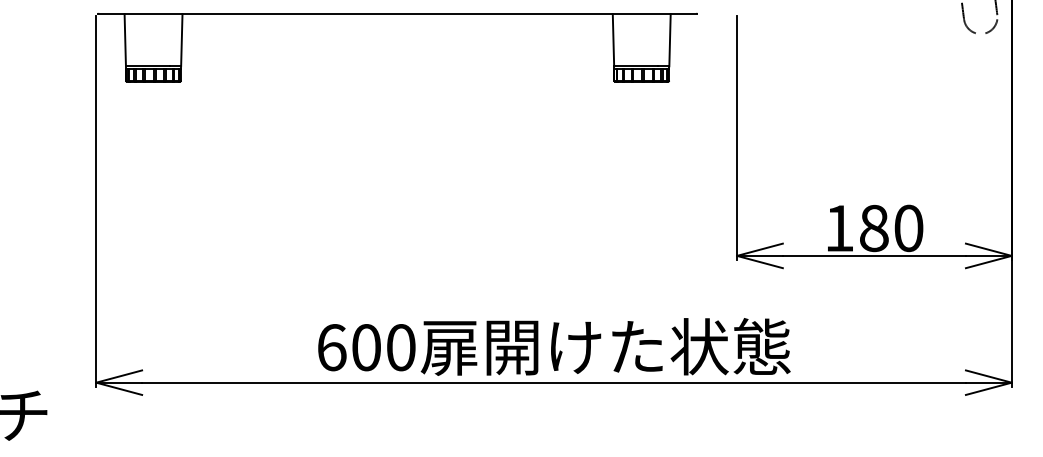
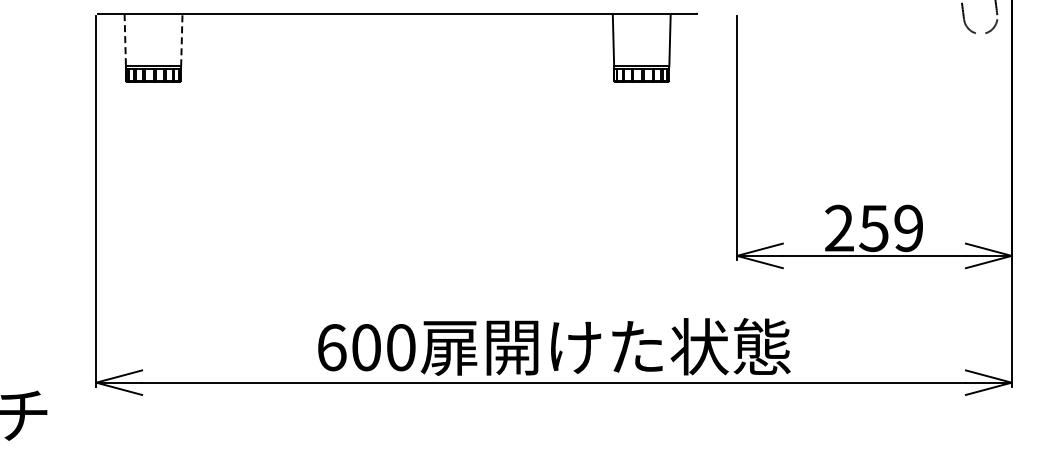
line at (181, 39): solid -> dashed
line at (125, 40): solid -> dashed
text at (874, 228): 180 -> 259
